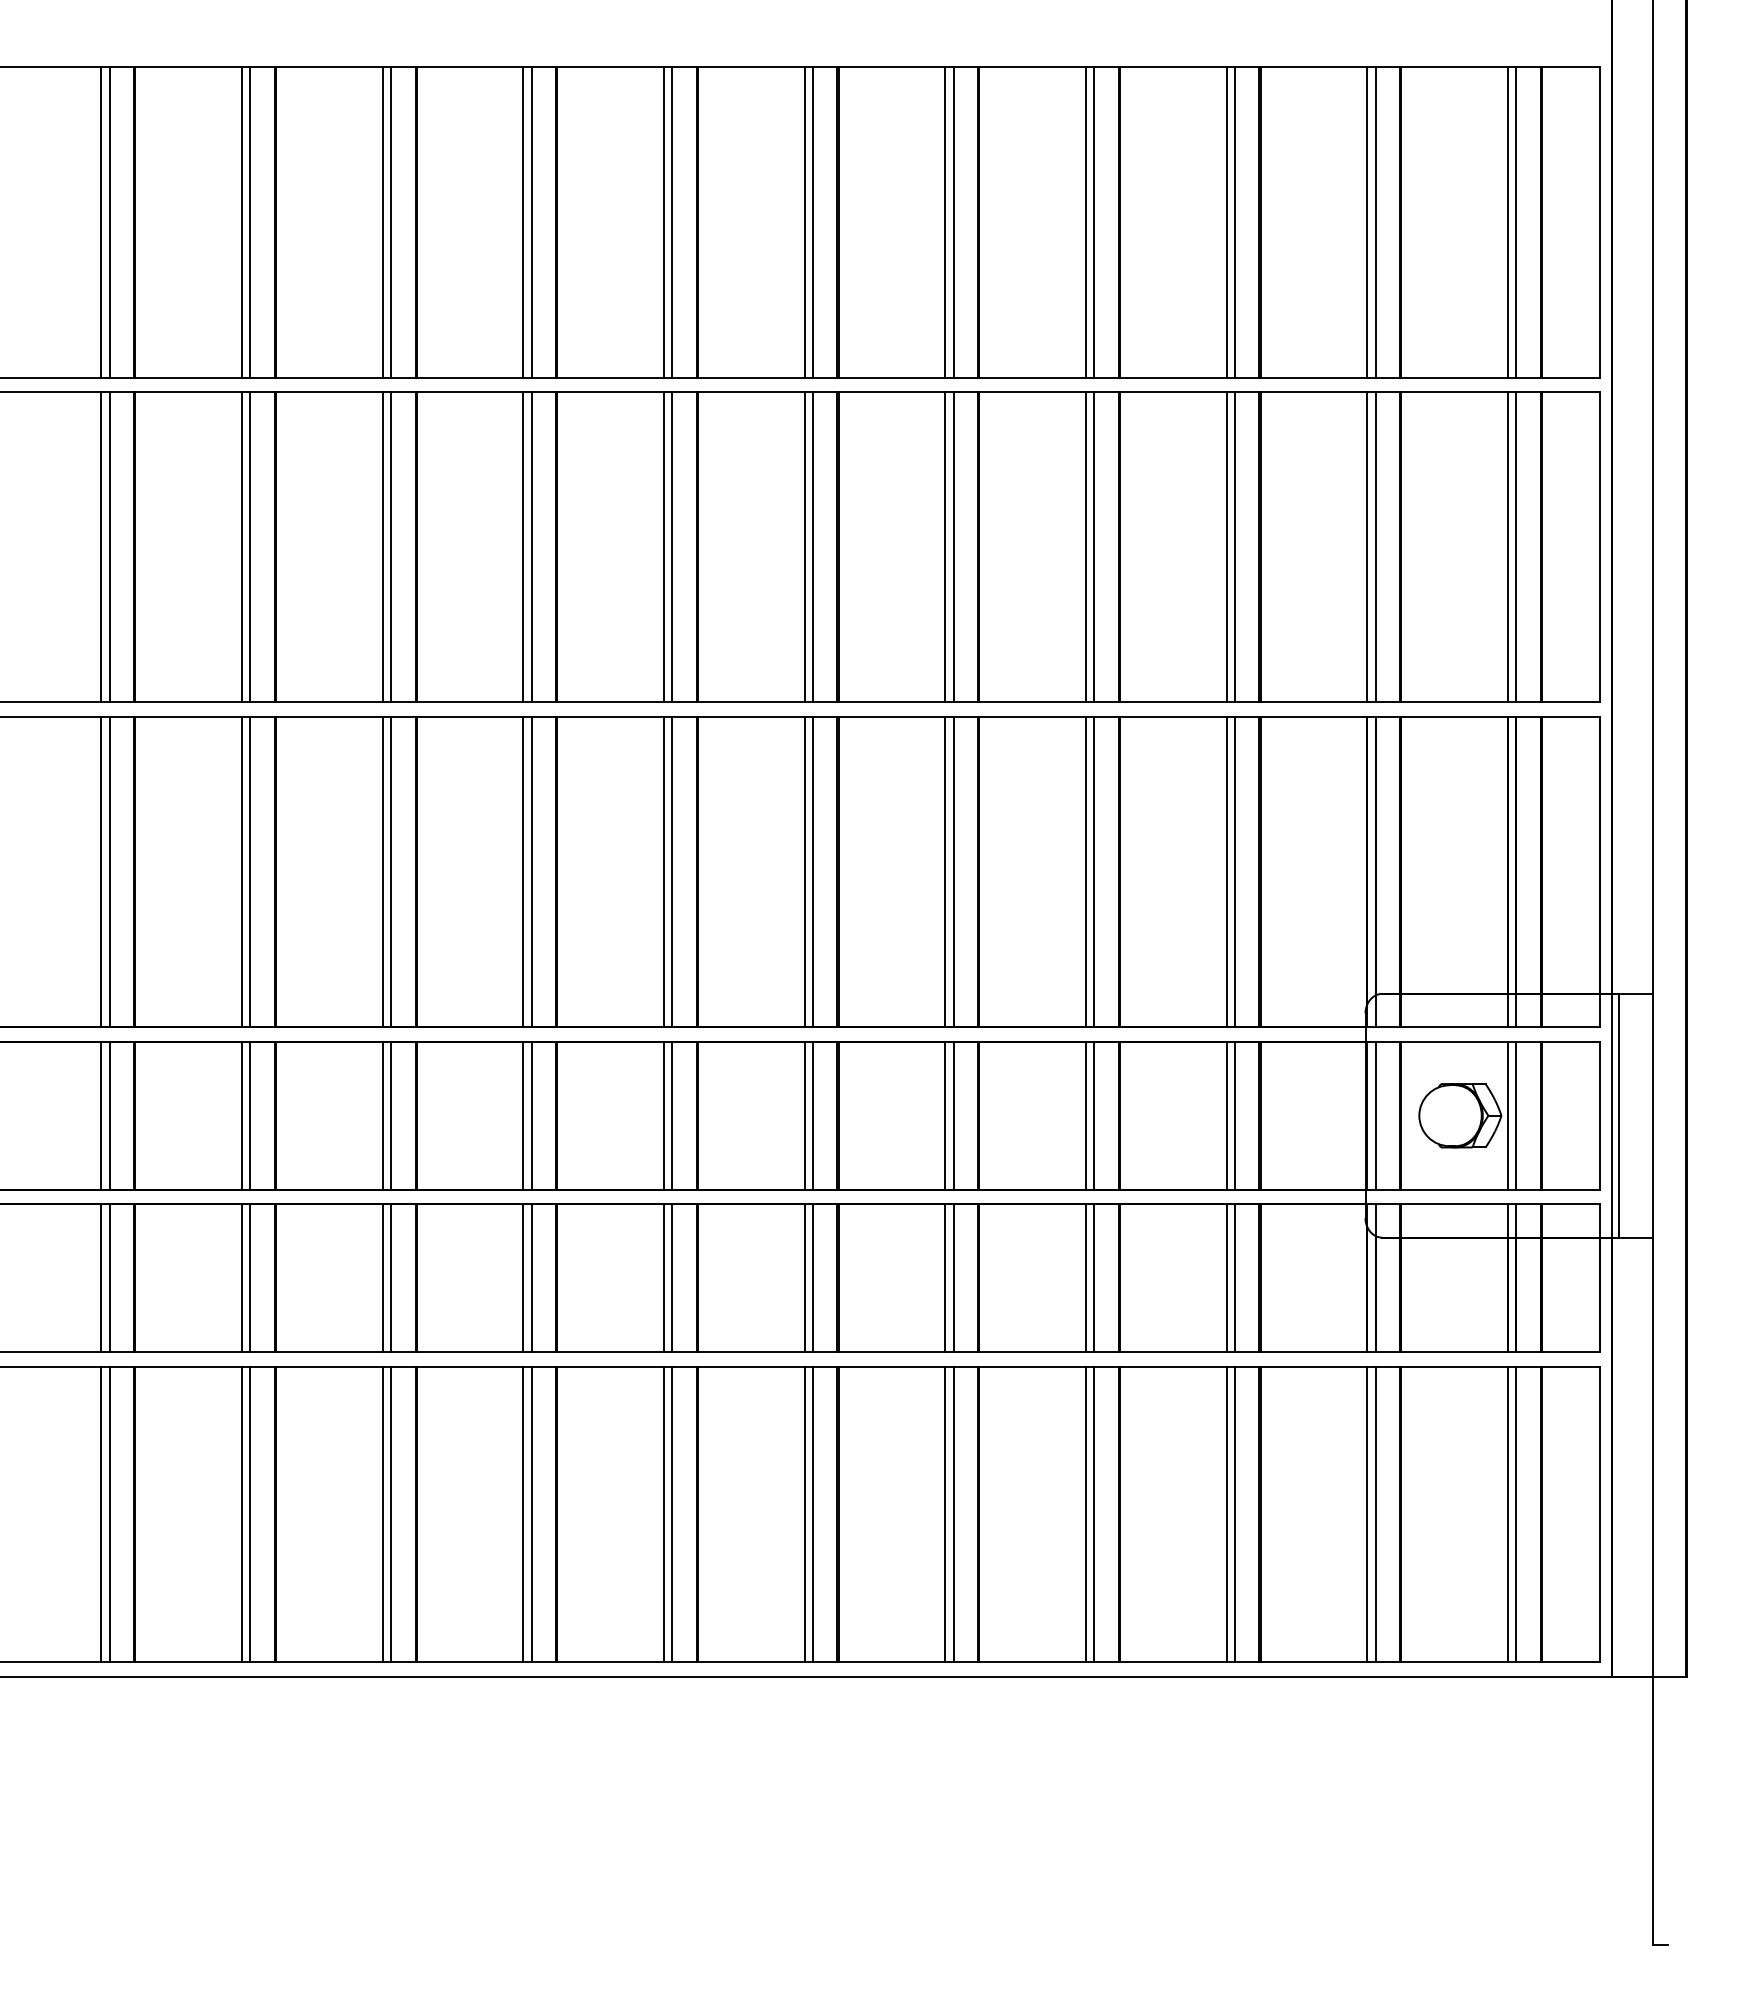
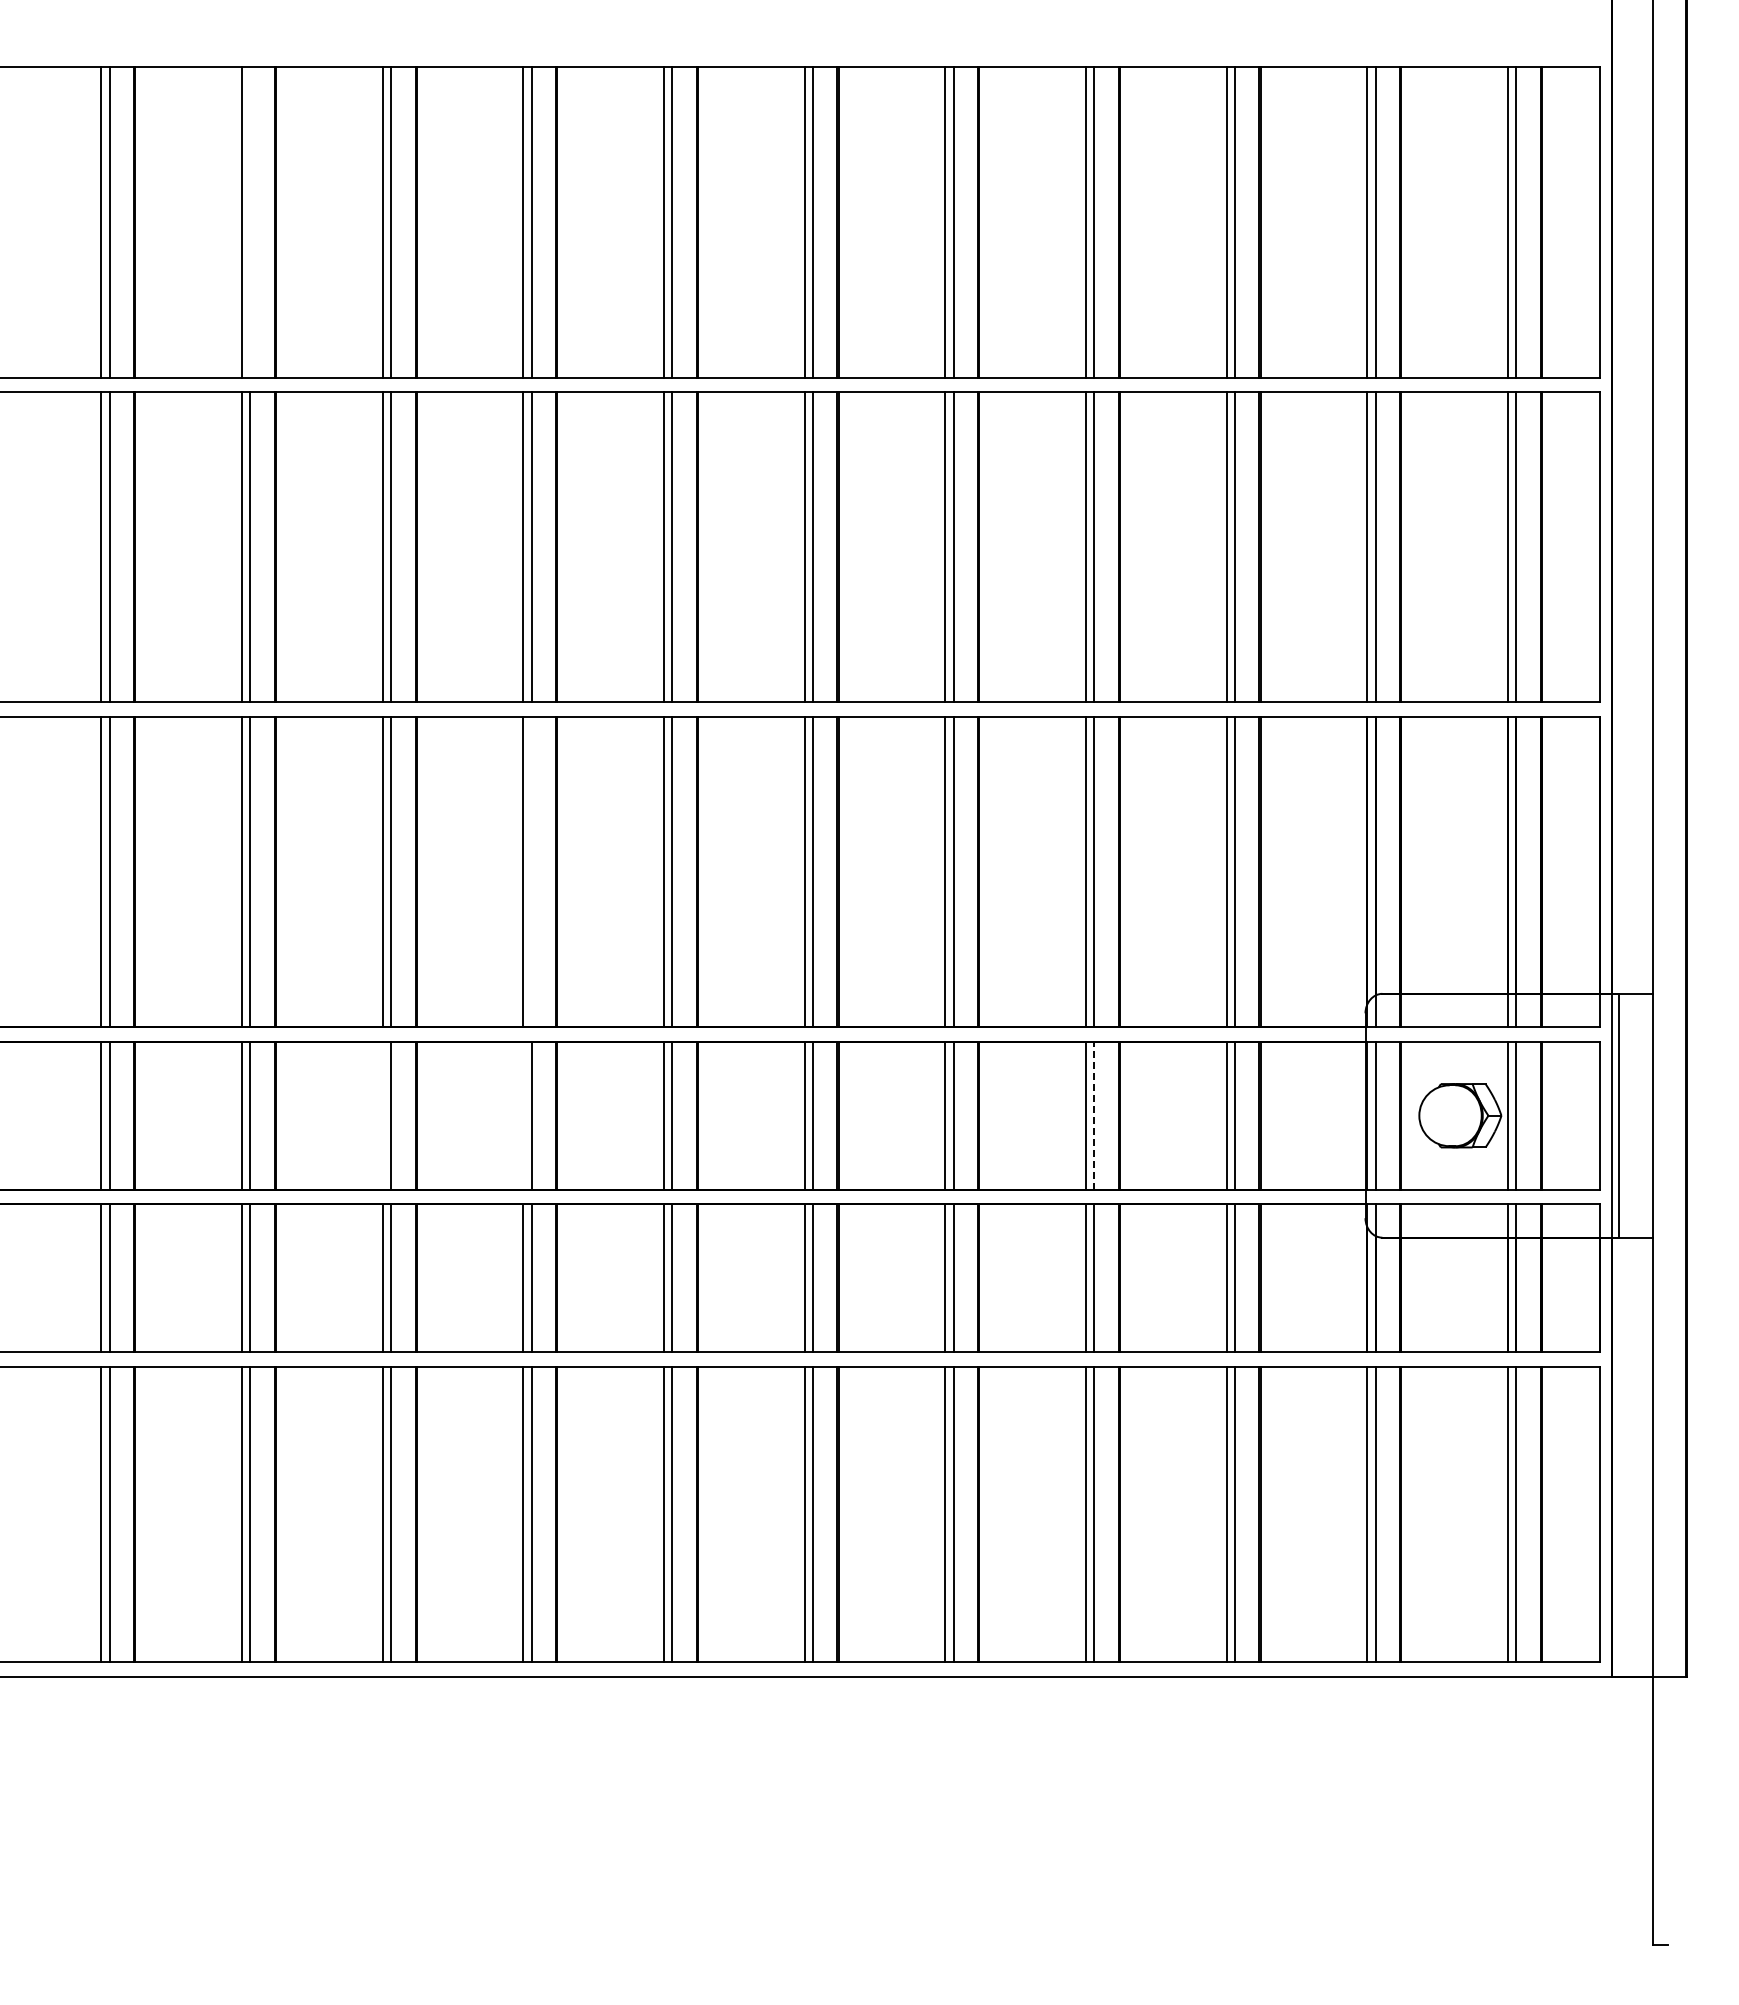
line at (250, 222): present -> none
line at (531, 872): present -> none
line at (382, 1115): present -> none
line at (523, 1115): present -> none
line at (1094, 1115): solid -> dashed
